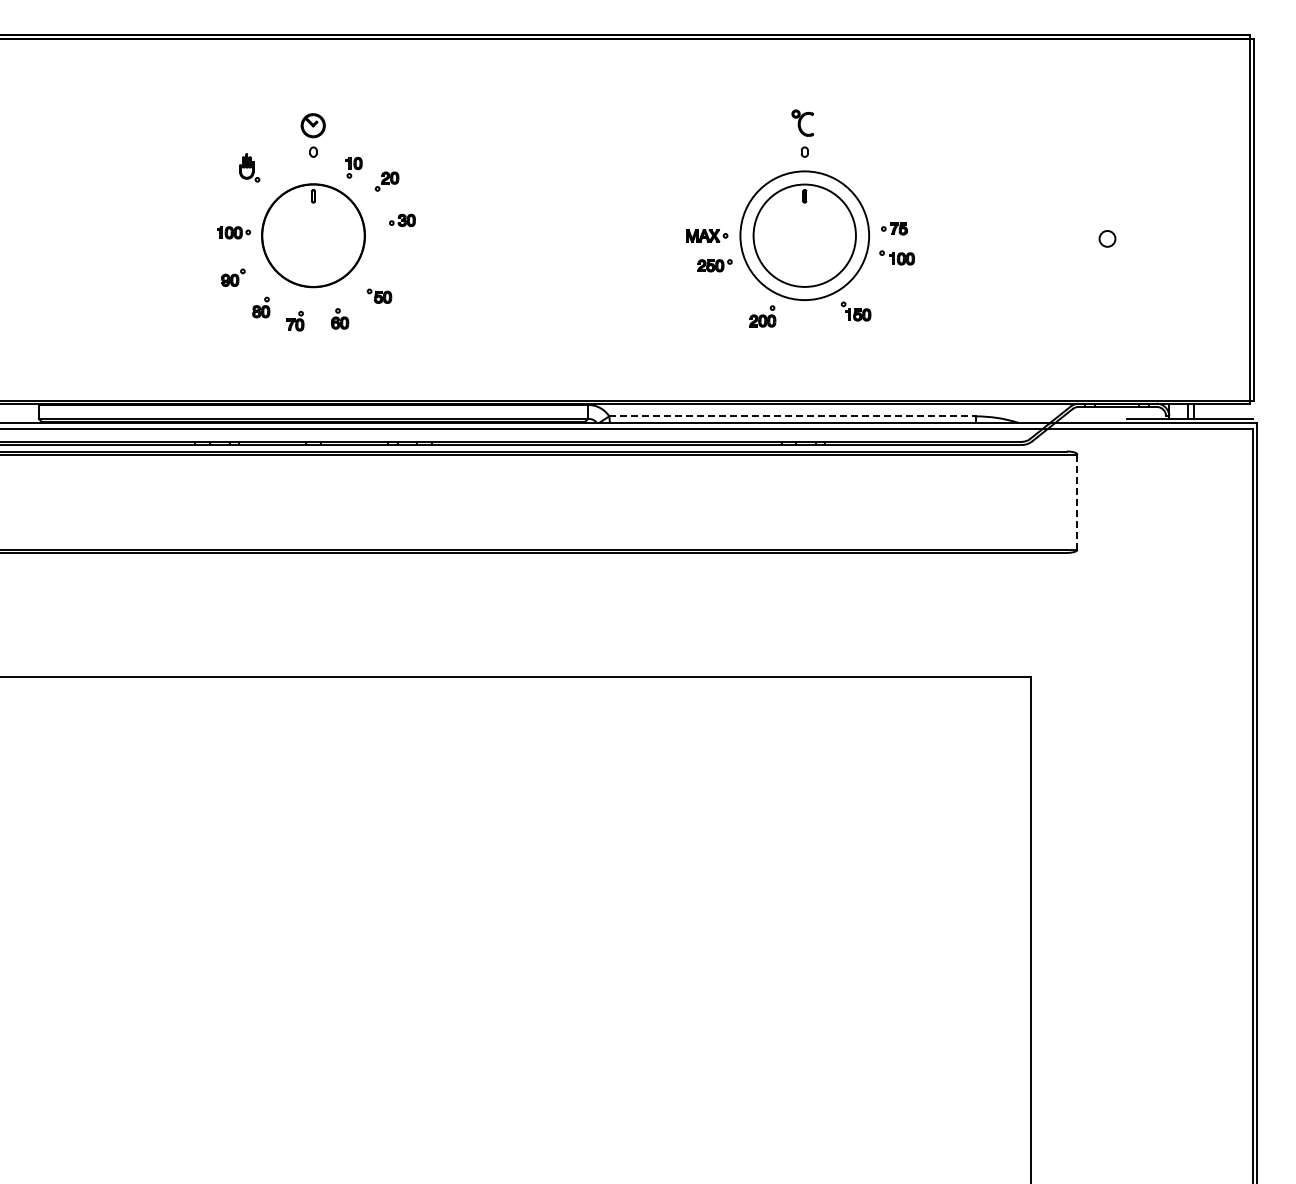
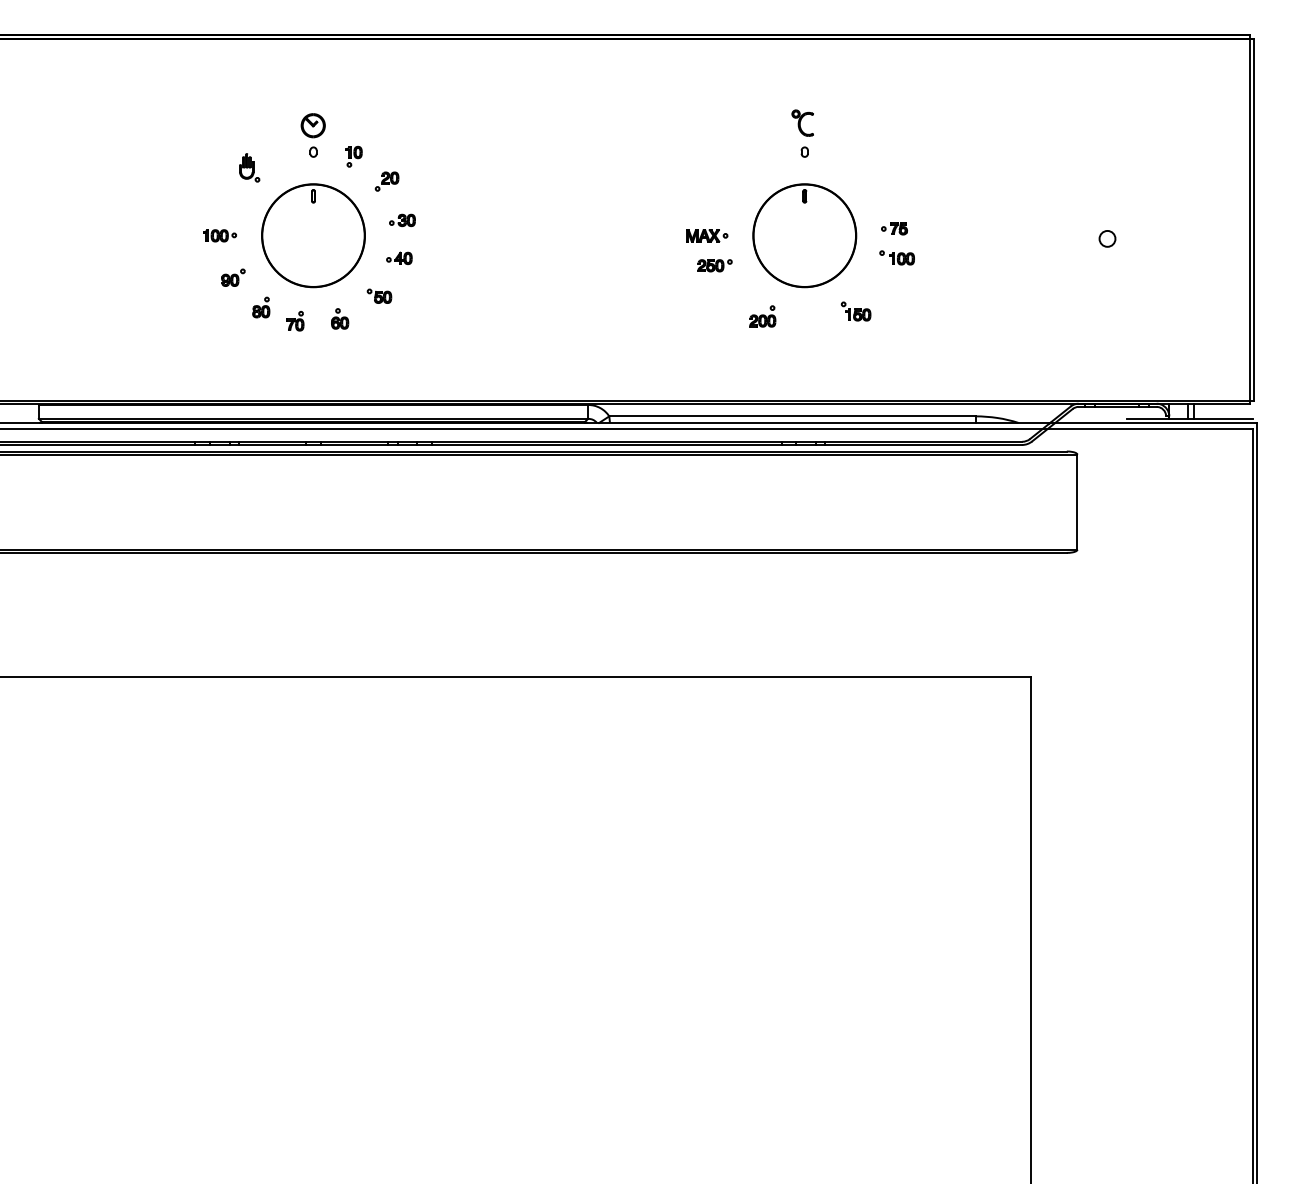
part at (353, 167) position: (353, 167) -> (353, 156)
part at (233, 232) position: (233, 232) -> (219, 235)
circle at (804, 235) diameter: 129 px -> 103 px
part at (399, 257): none -> present
line at (793, 416): dashed -> solid
line at (1077, 502): dashed -> solid
